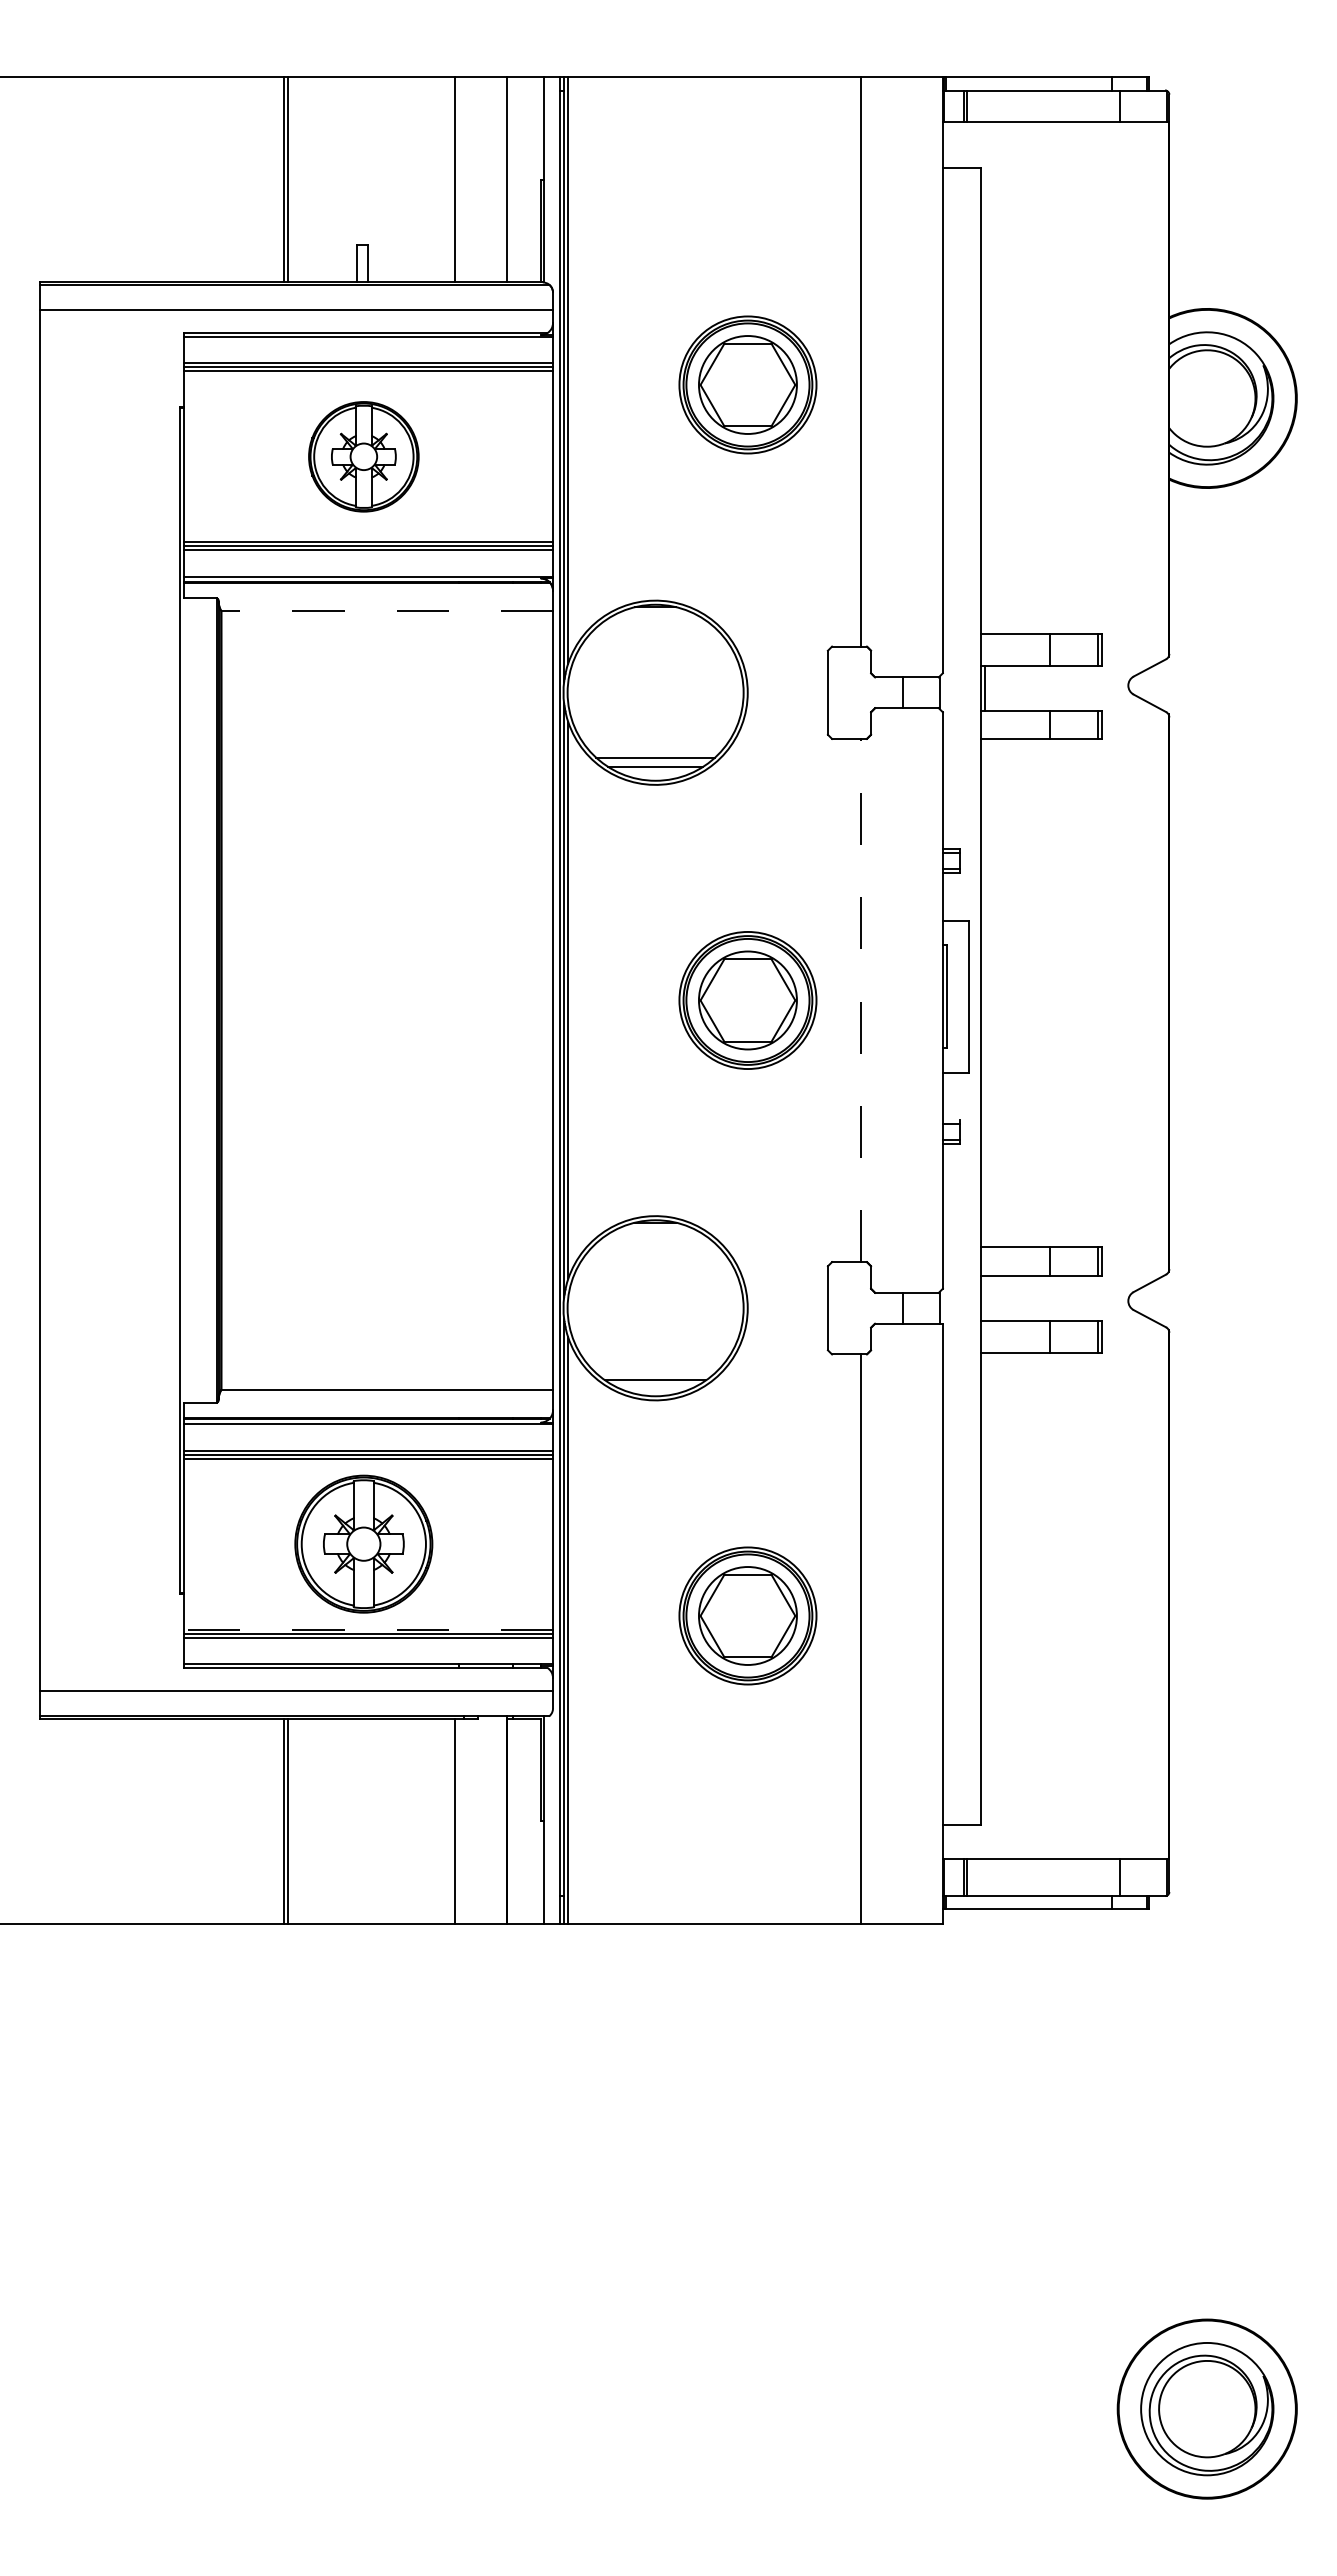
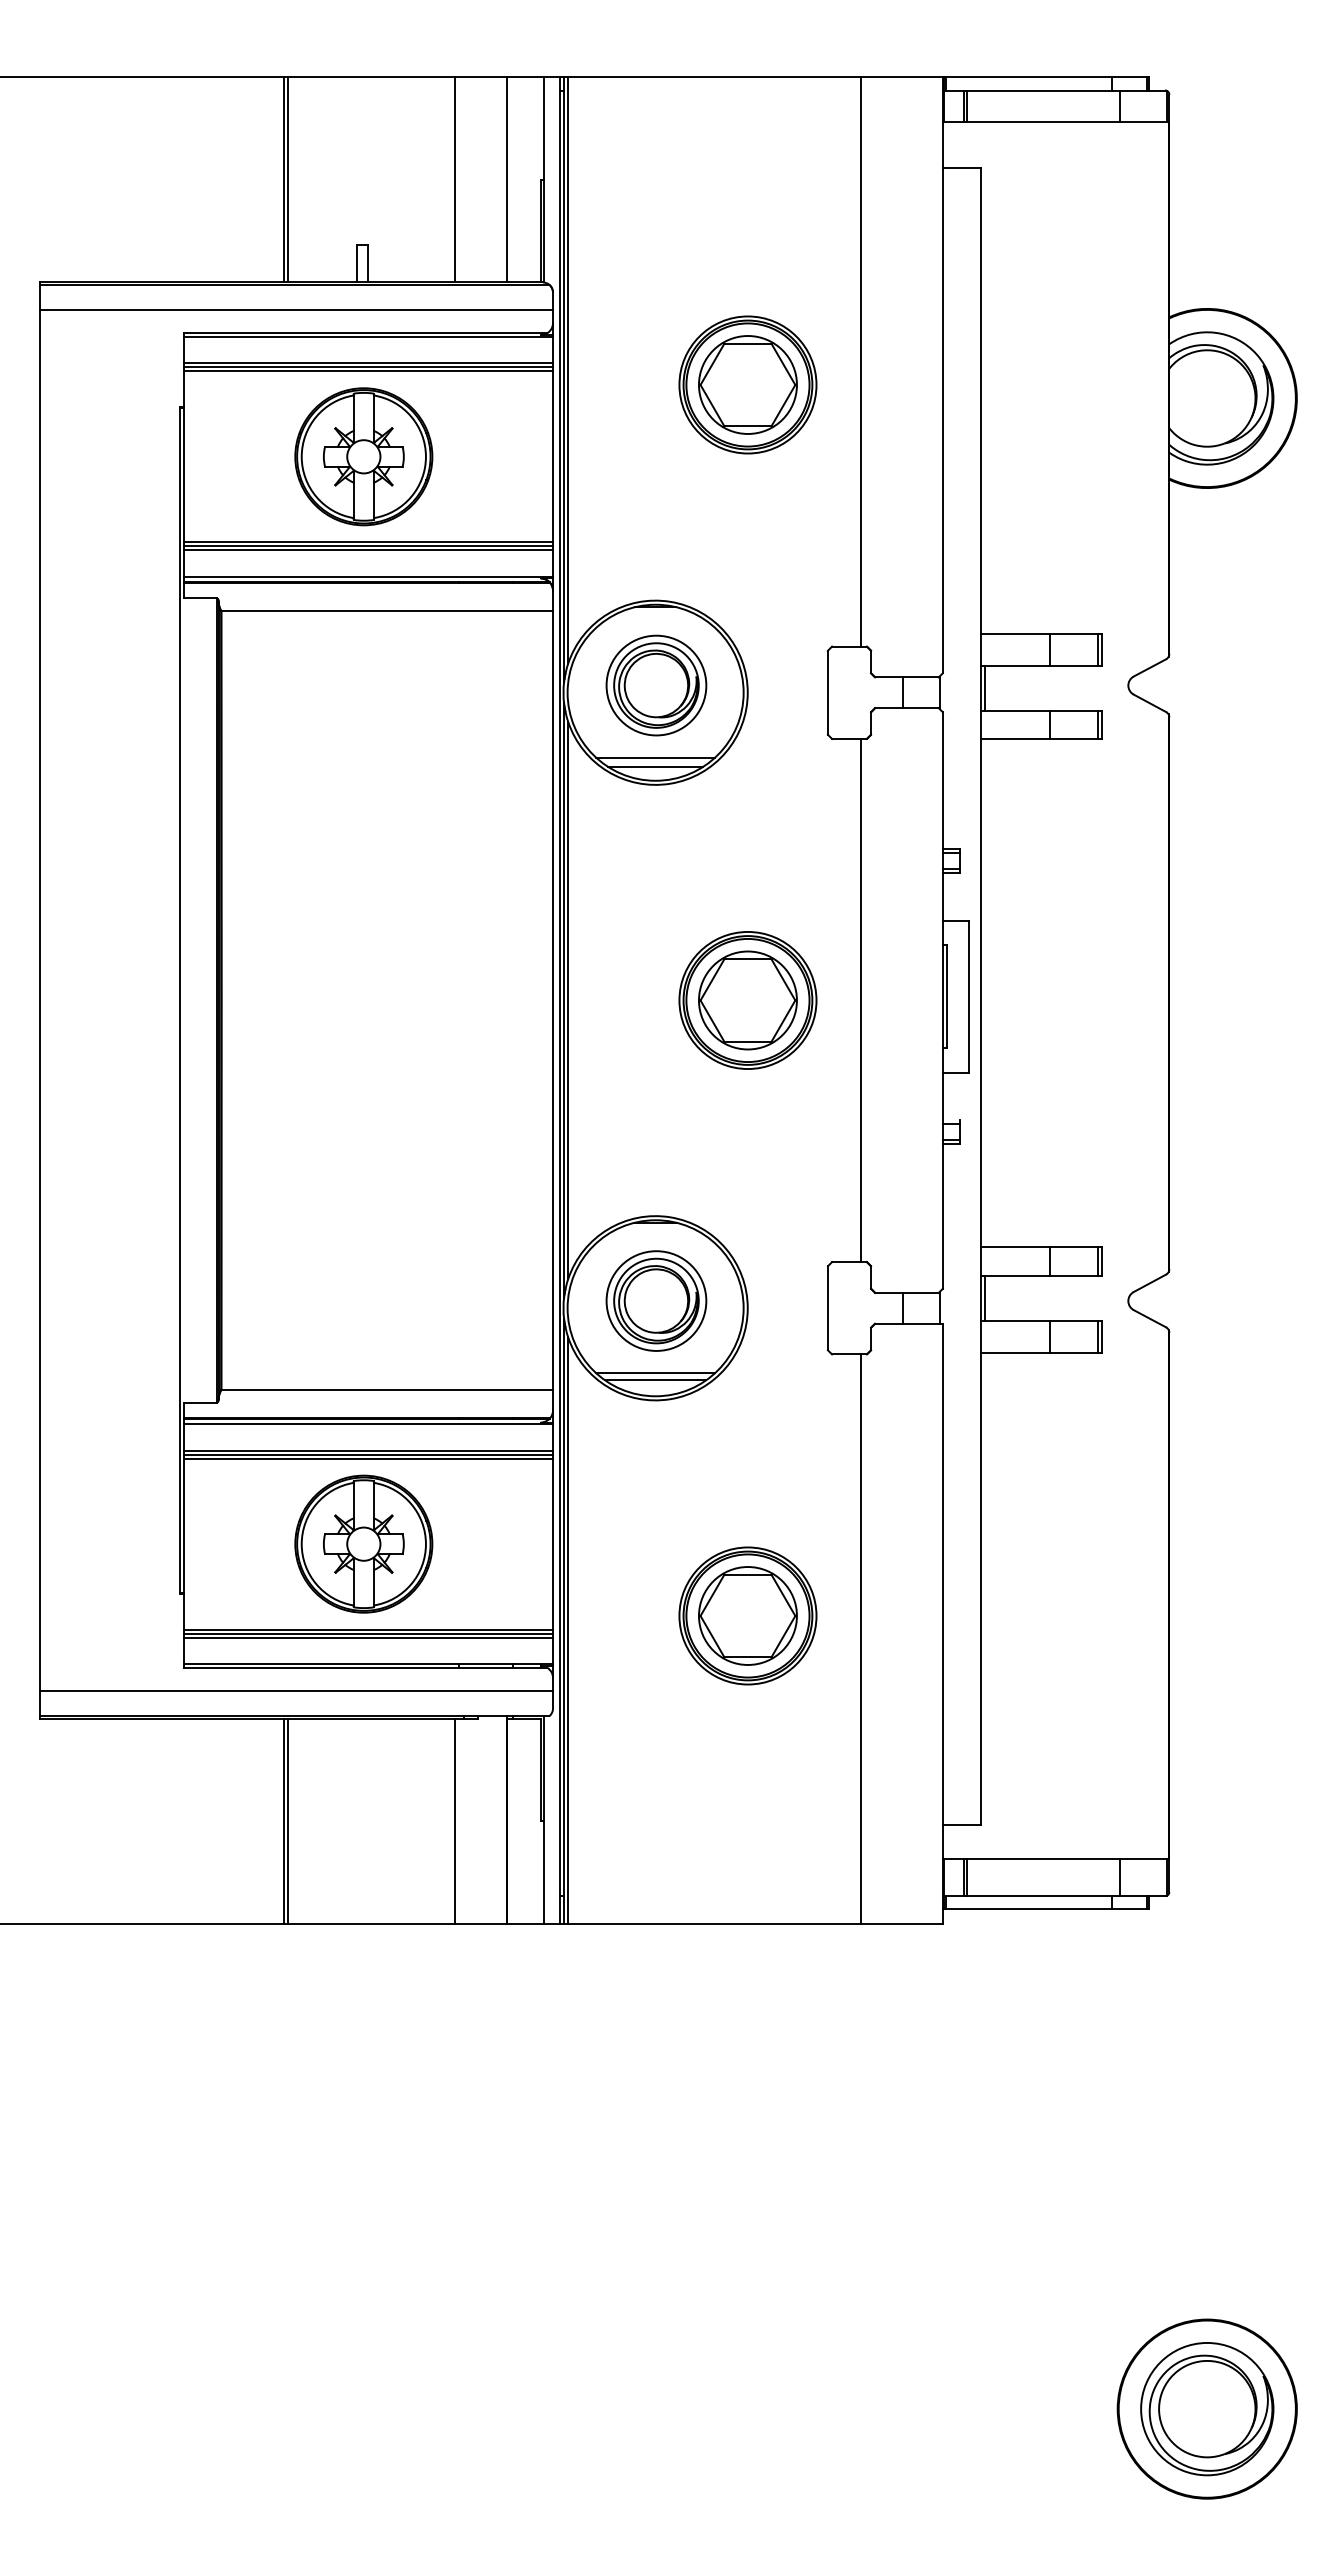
part at (363, 456) size: 112x112 px -> 140x140 px
line at (387, 610): dashed -> solid
part at (656, 685): none -> present
line at (860, 1000): dashed -> solid
line at (984, 1298): none -> present
part at (656, 1300): none -> present
line at (655, 1373): none -> present
line at (368, 1629): dashed -> solid
